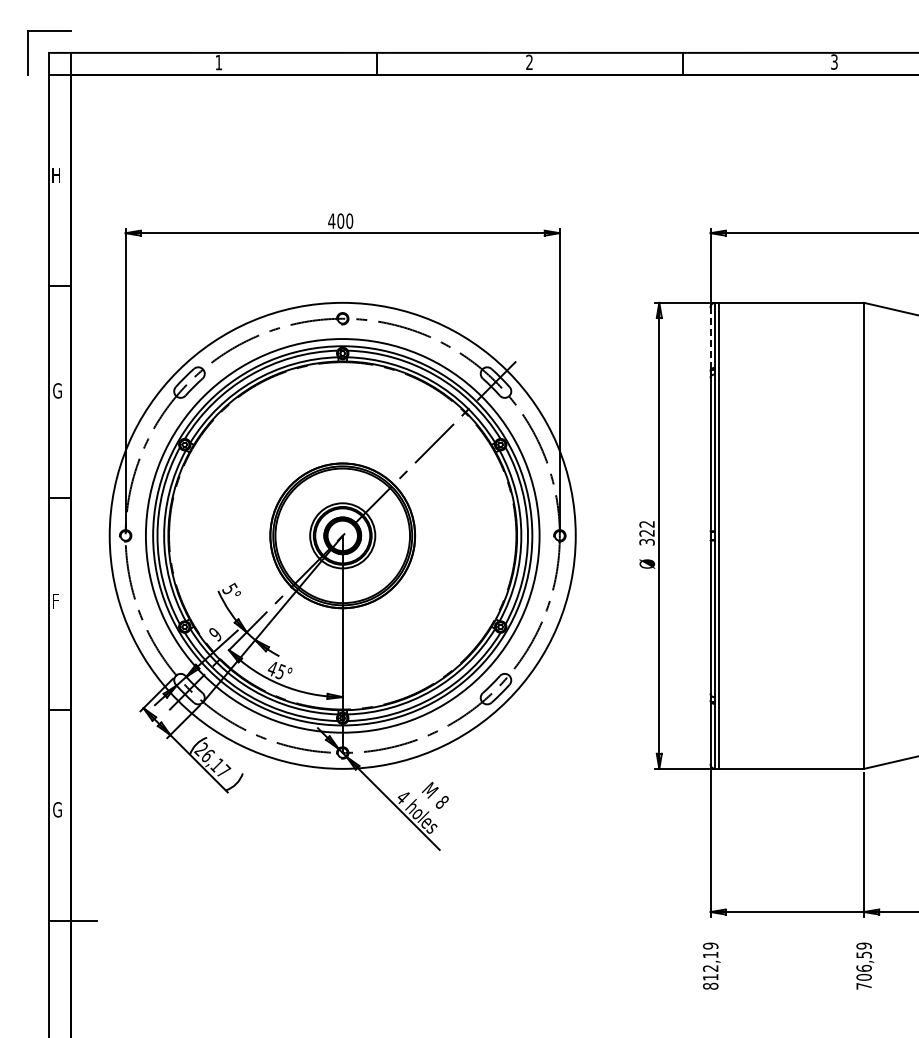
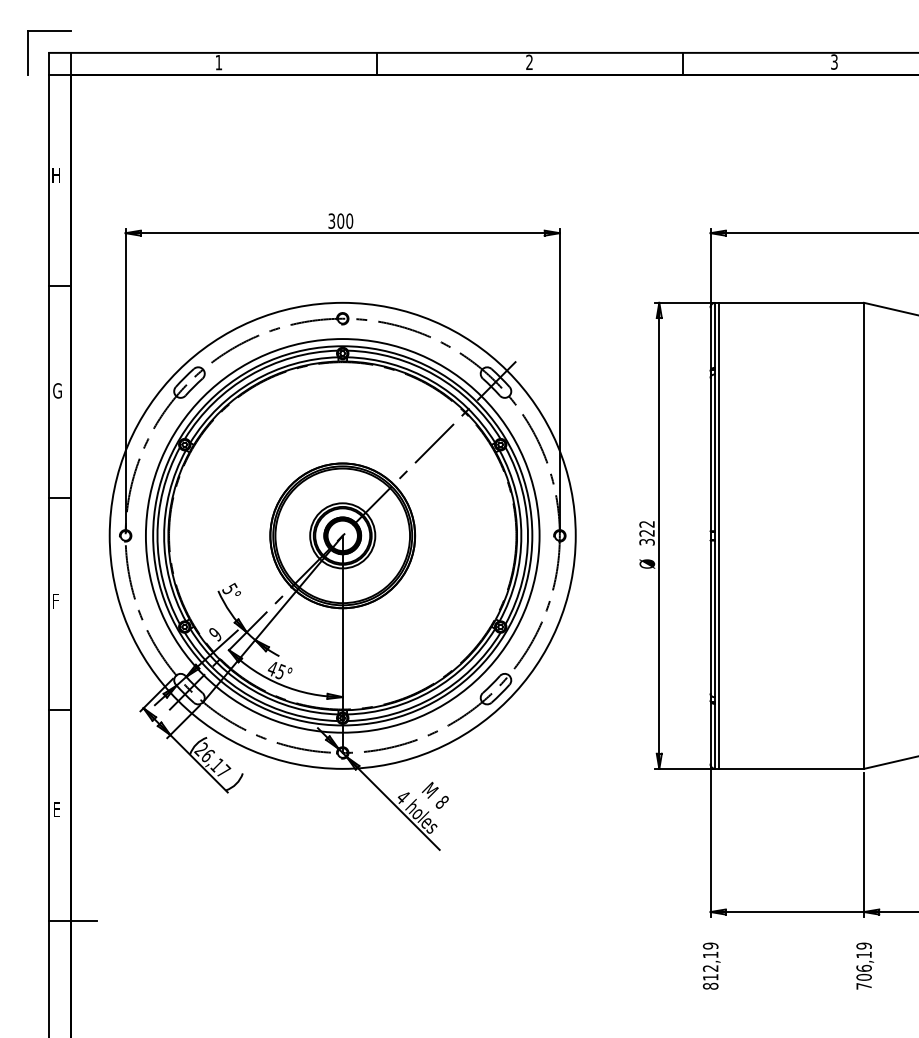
text at (331, 220): 400 -> 300
line at (710, 339): dashed -> solid
text at (57, 809): G -> E
text at (863, 954): 706,59 -> 706,19
